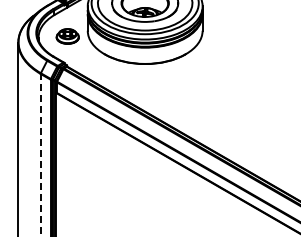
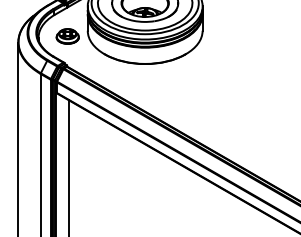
line at (40, 154): dashed -> solid
line at (69, 166): none -> present
